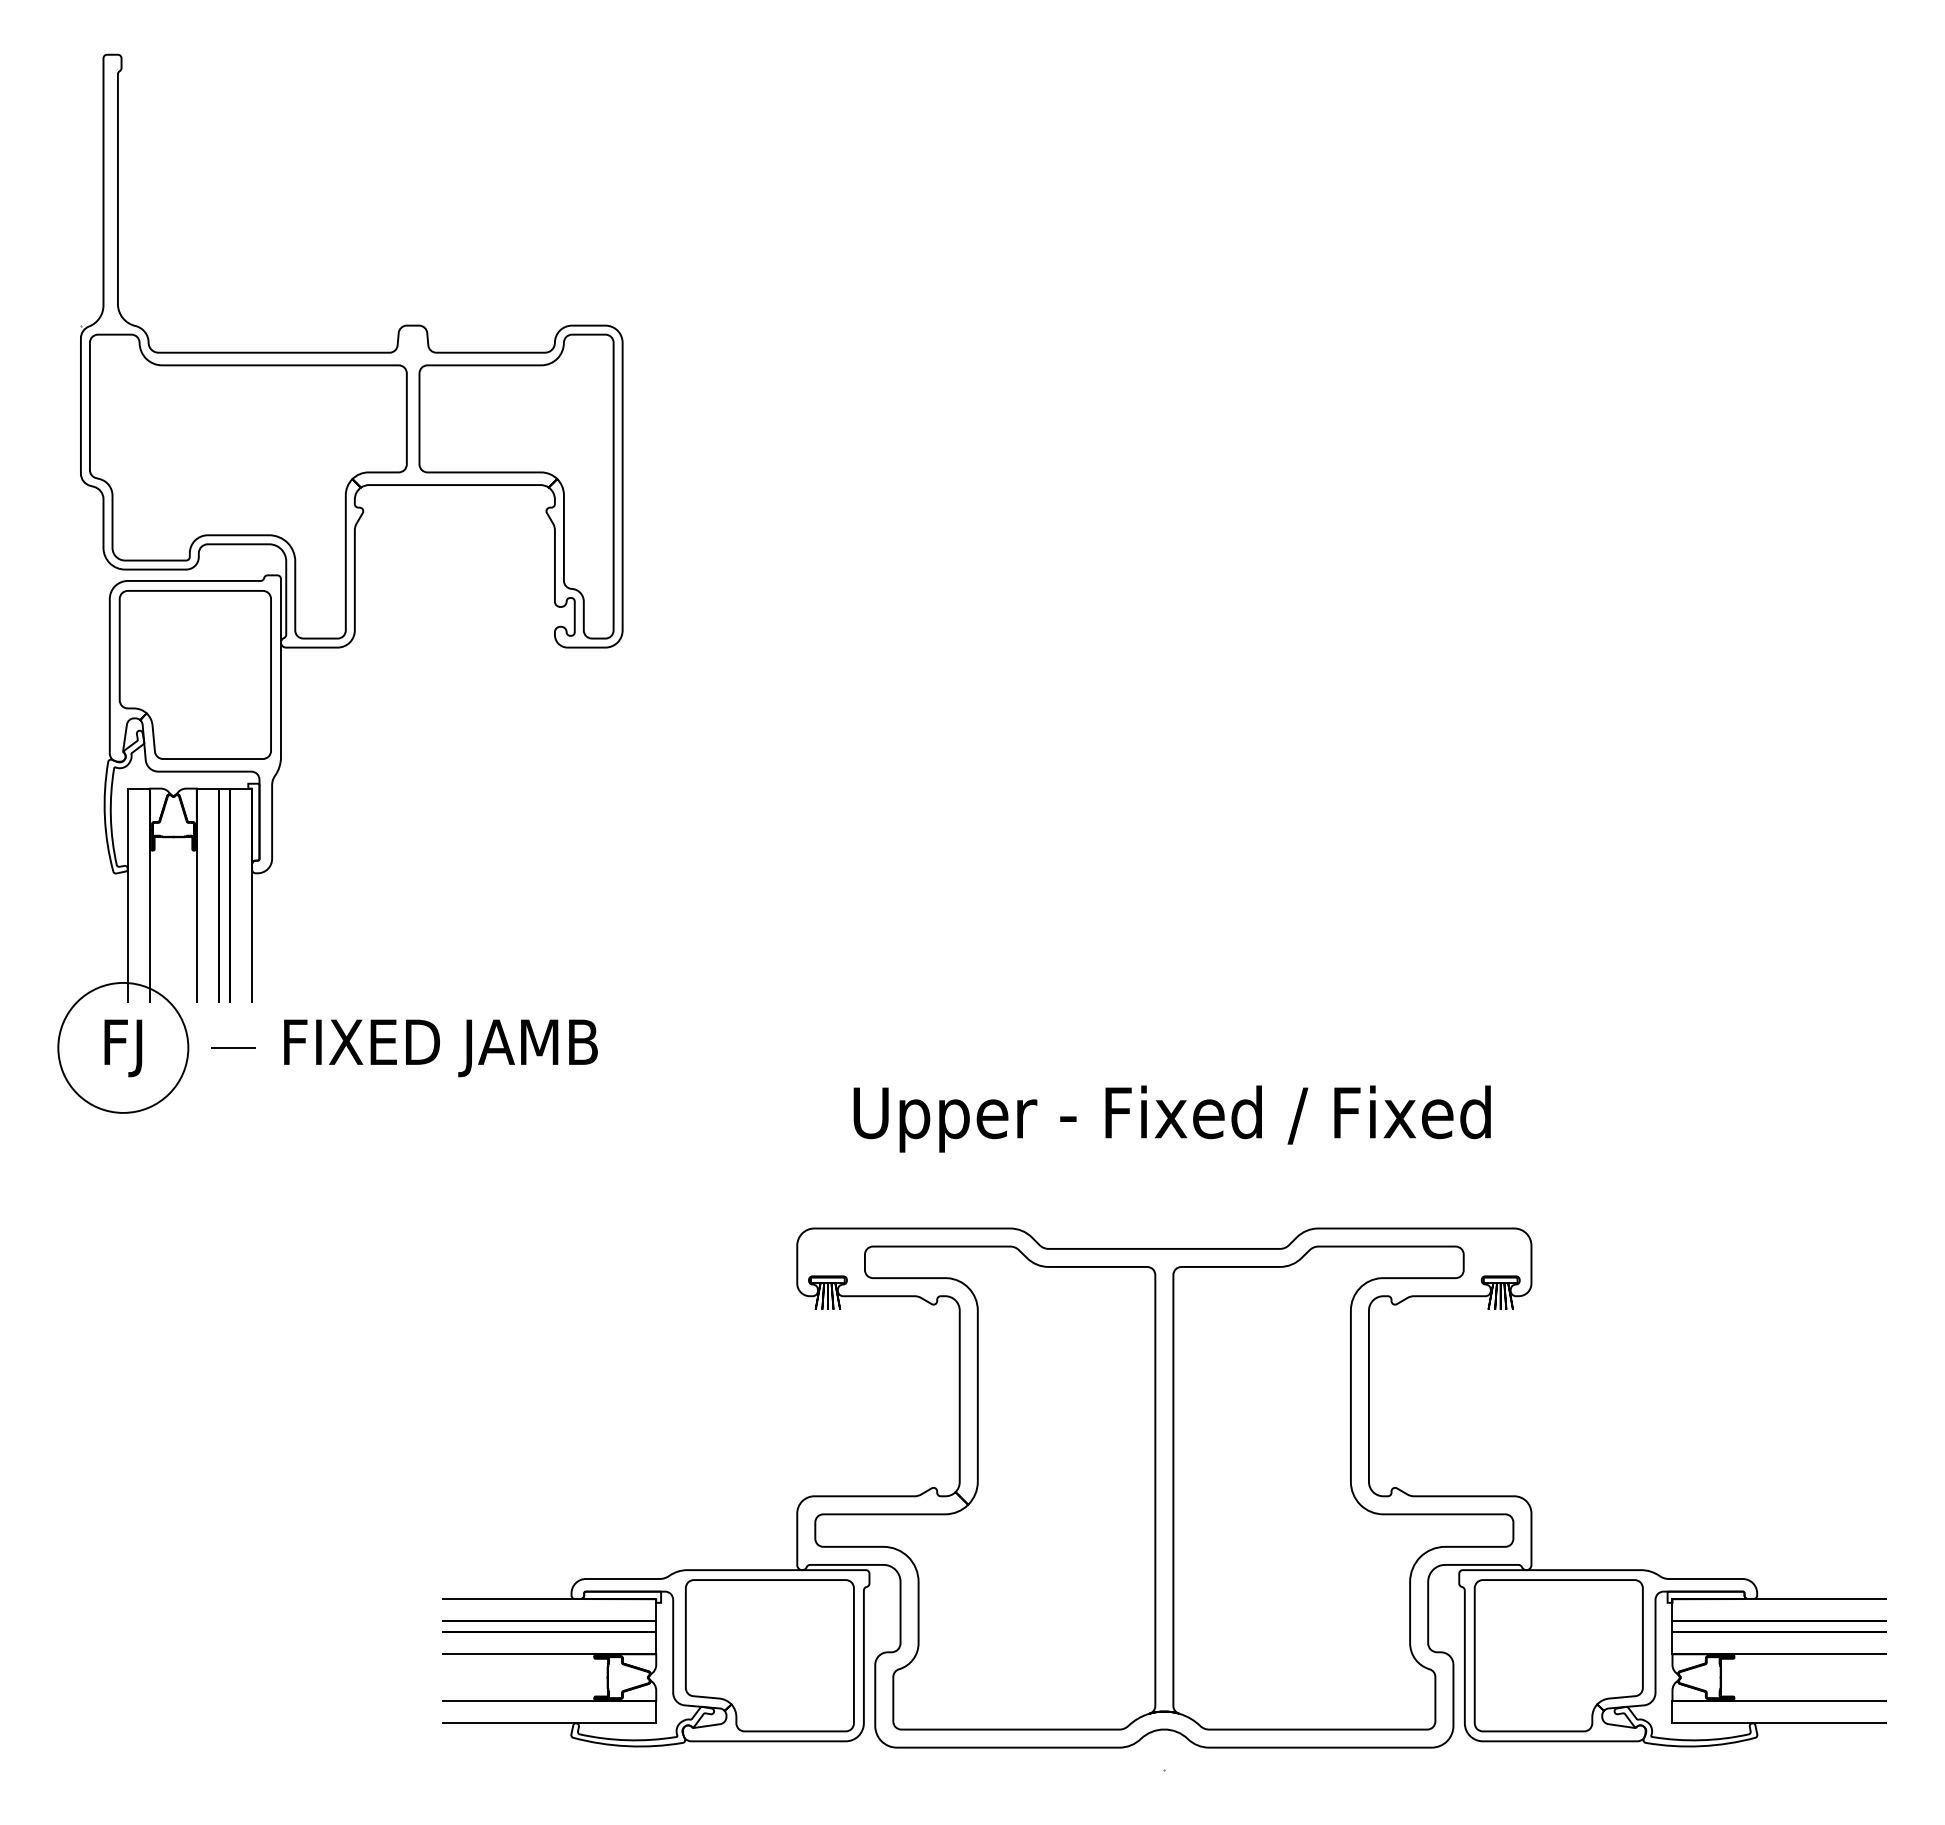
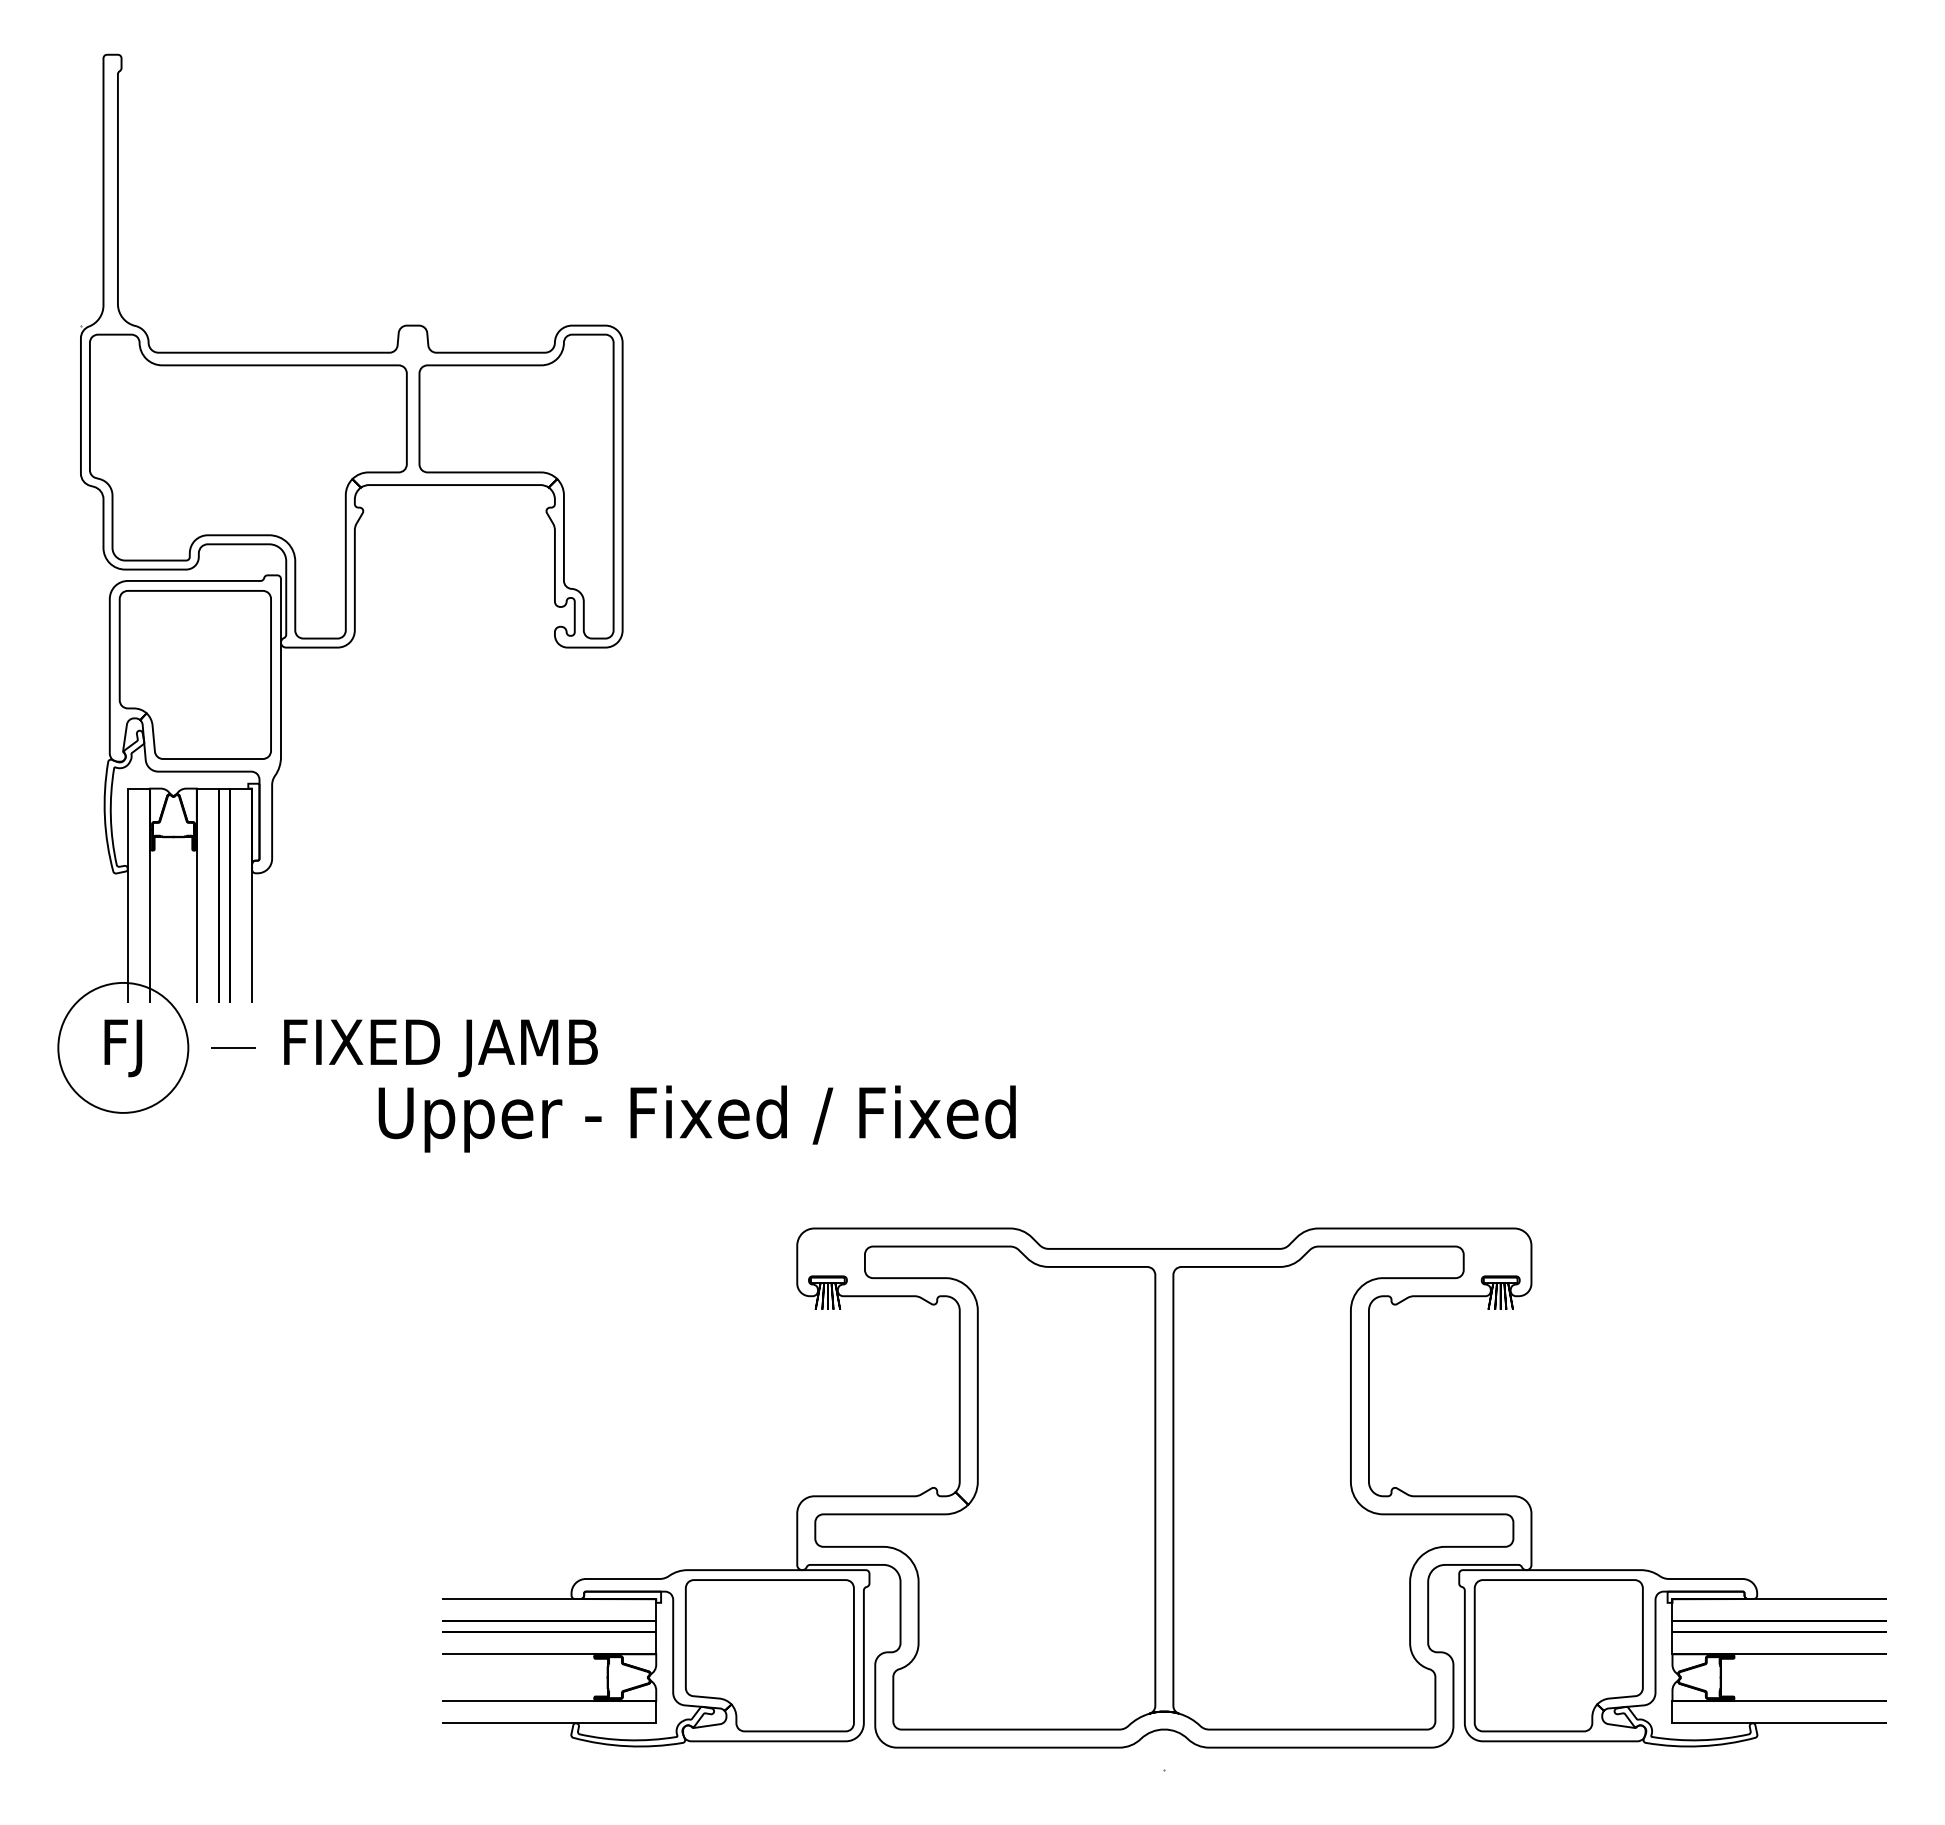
text at (1171, 1118) position: (1171, 1118) -> (696, 1118)
